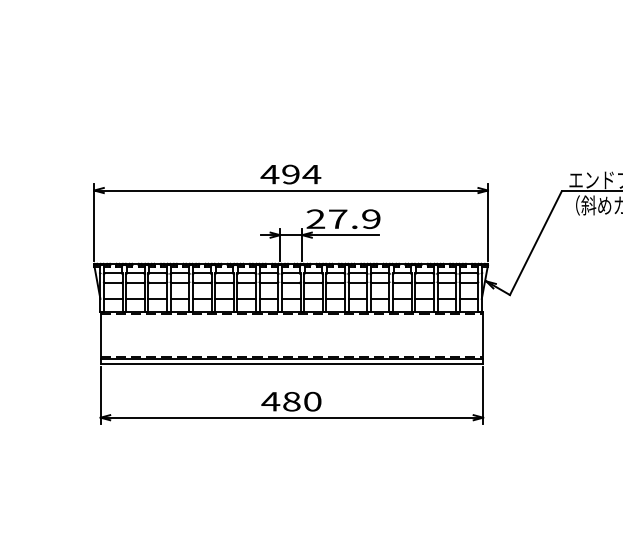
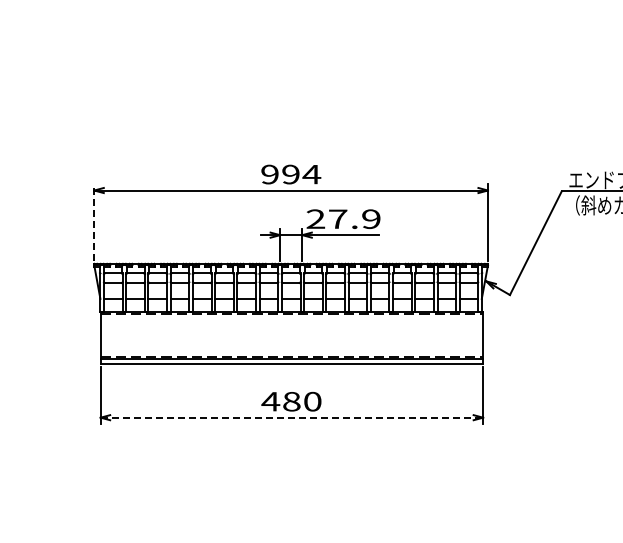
text at (269, 174): 494 -> 994
line at (94, 221): solid -> dashed
line at (292, 417): solid -> dashed
